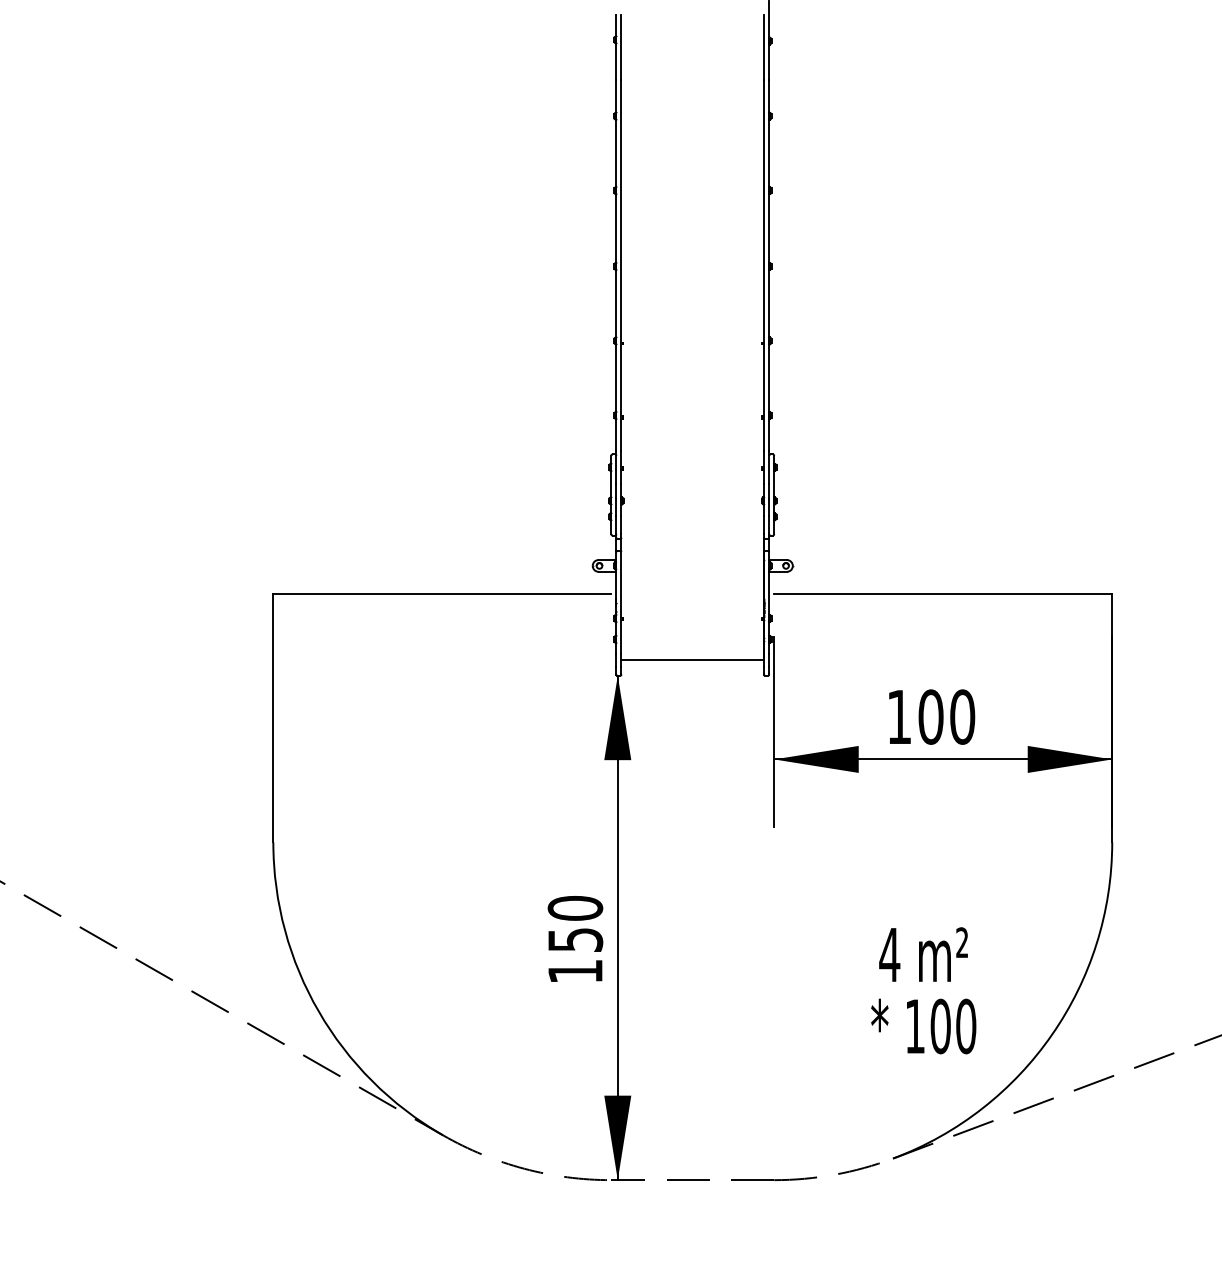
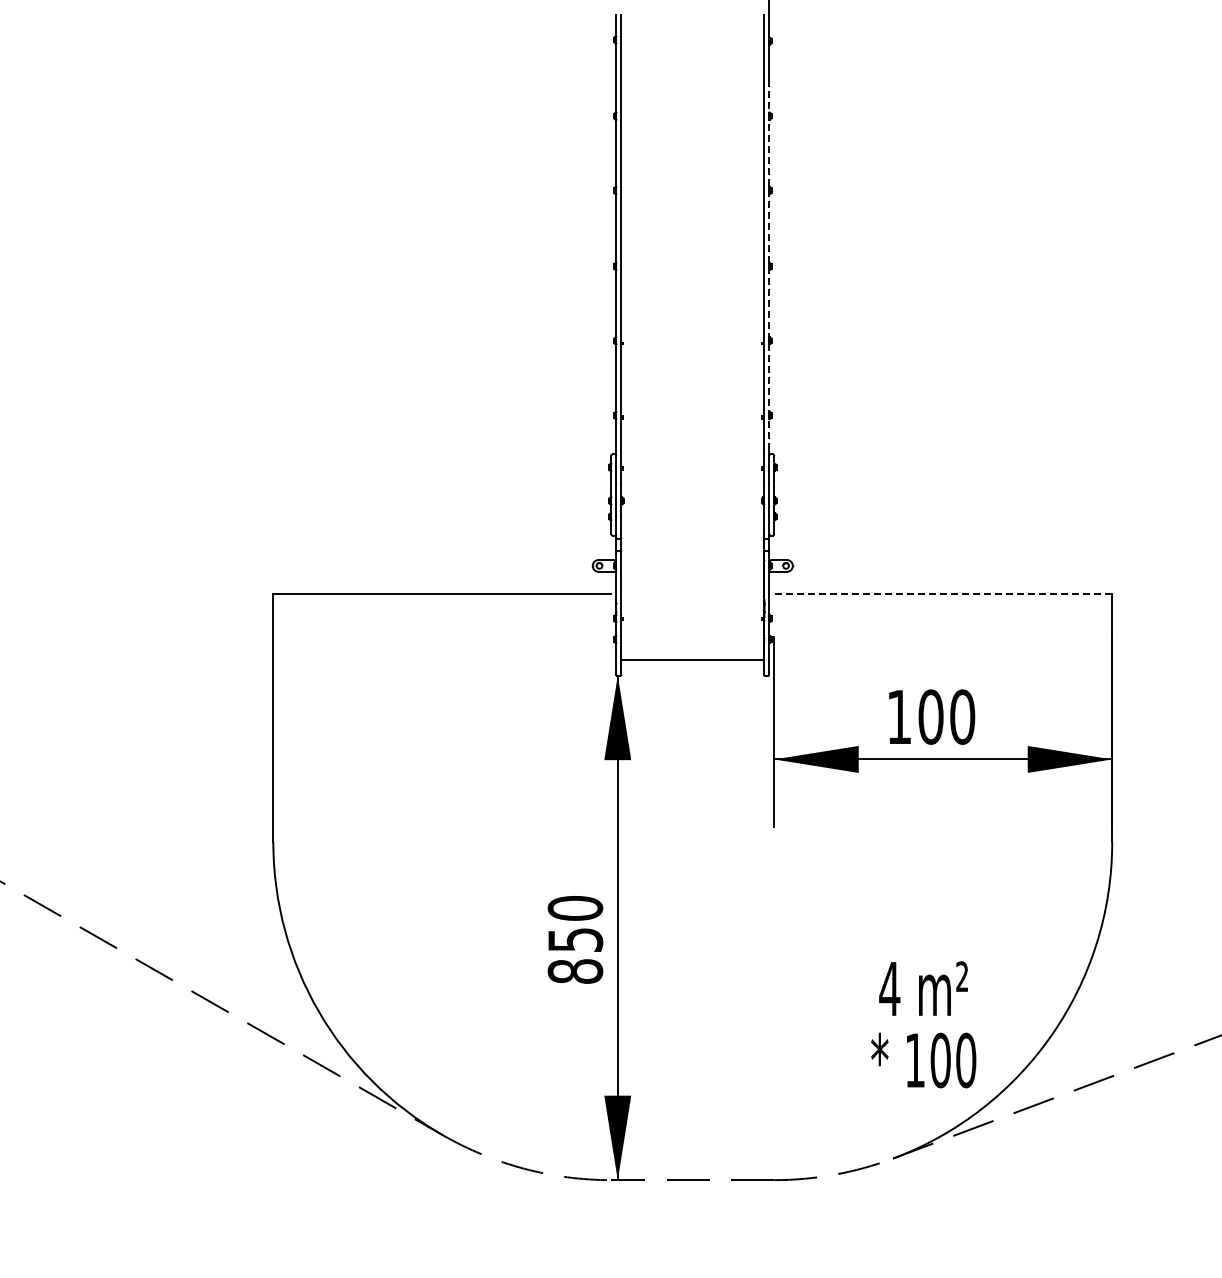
line at (769, 266): solid -> dashed
line at (943, 593): solid -> dashed
text at (575, 971): 150 -> 850
text at (923, 990) position: (923, 990) -> (923, 1024)
